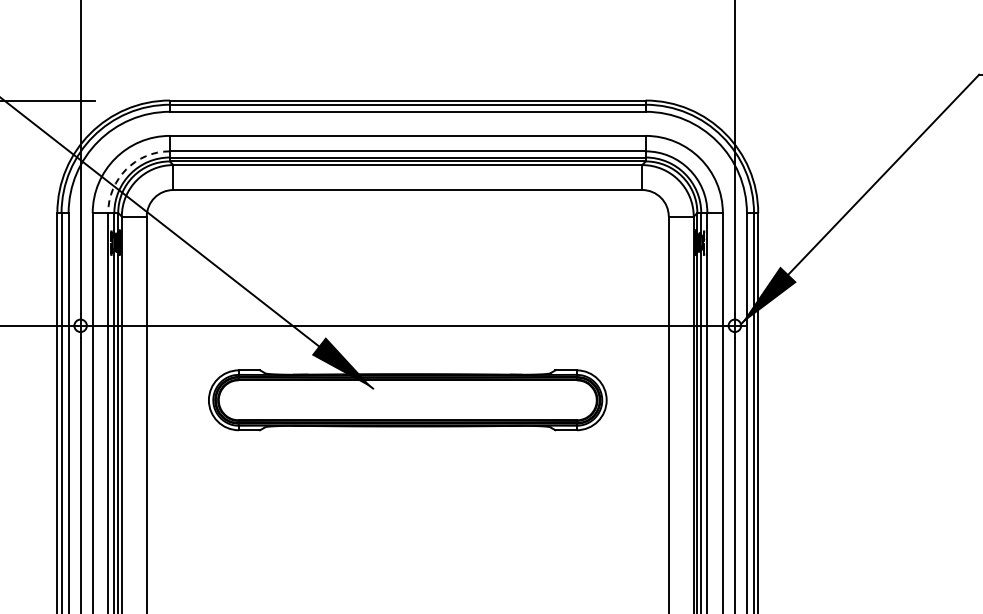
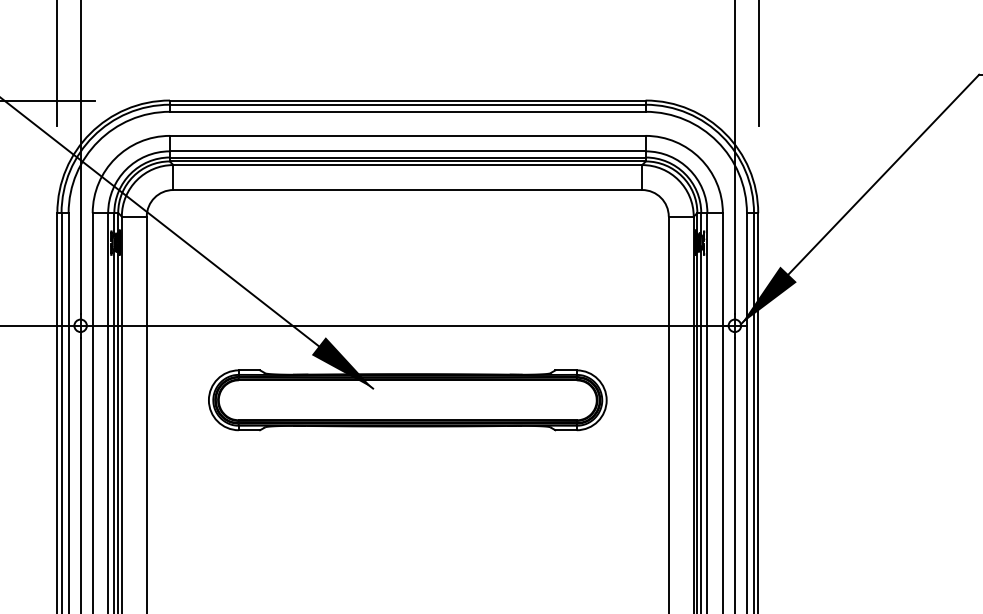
line at (57, 64): none -> present
line at (759, 64): none -> present
arc at (126, 169): dashed -> solid
